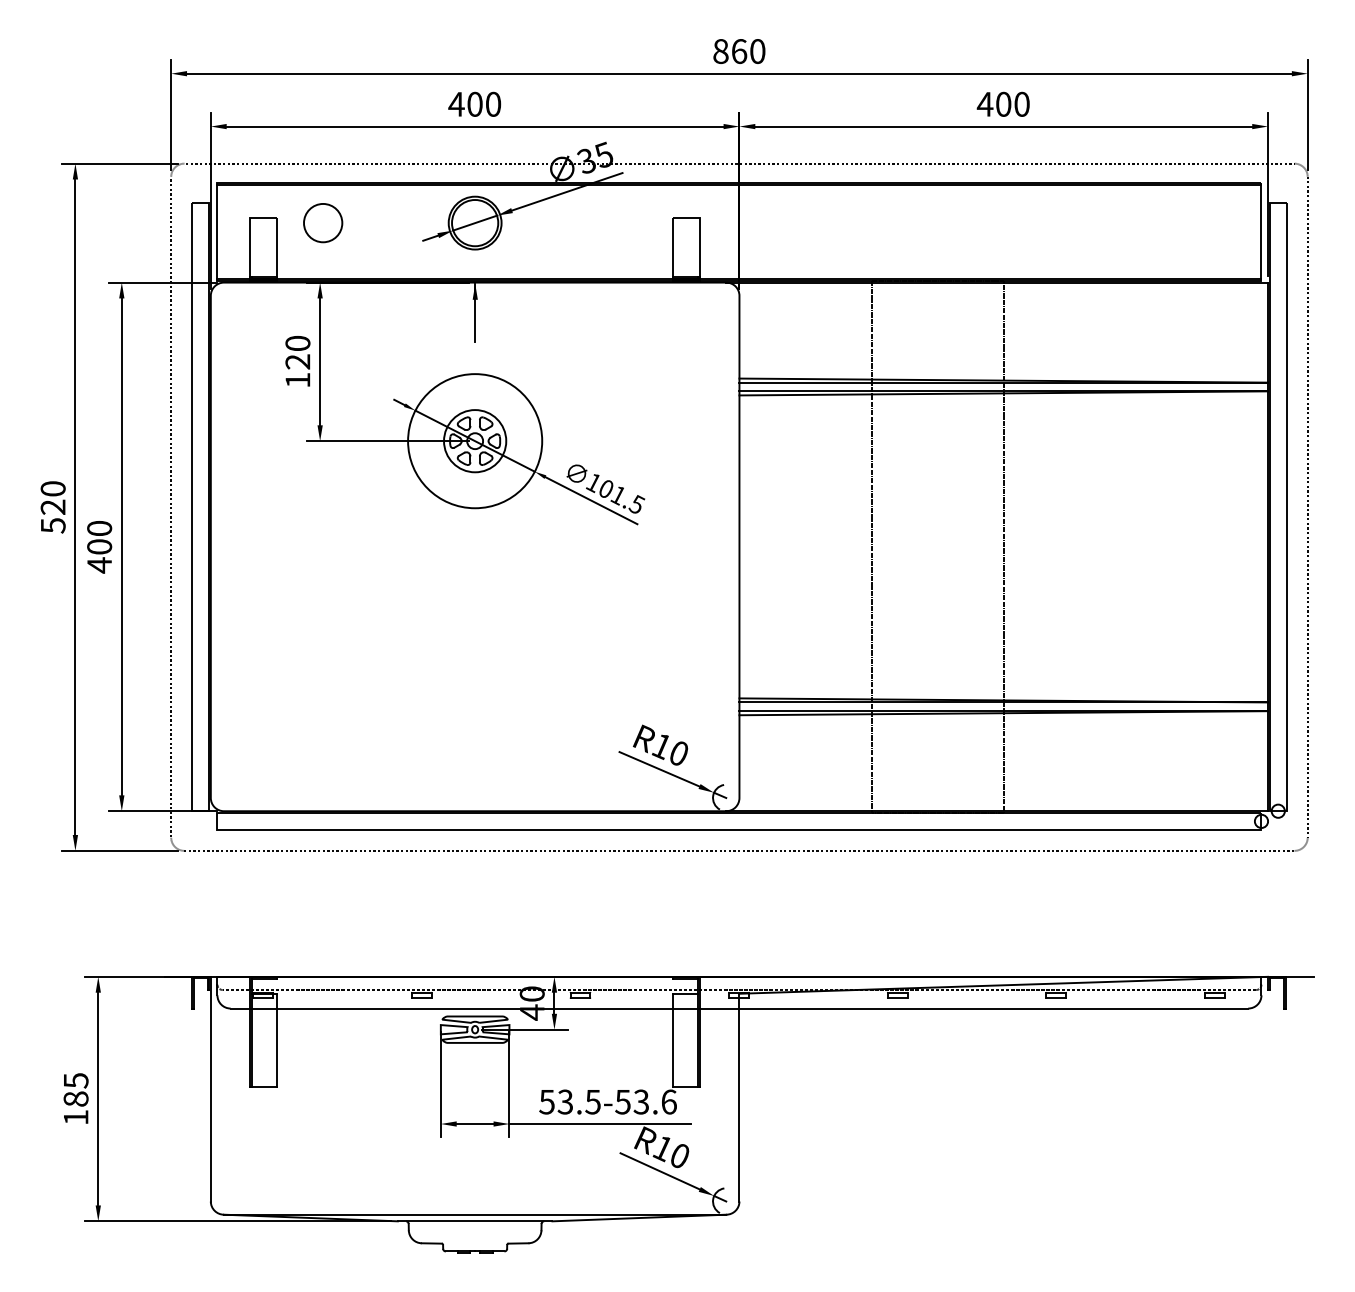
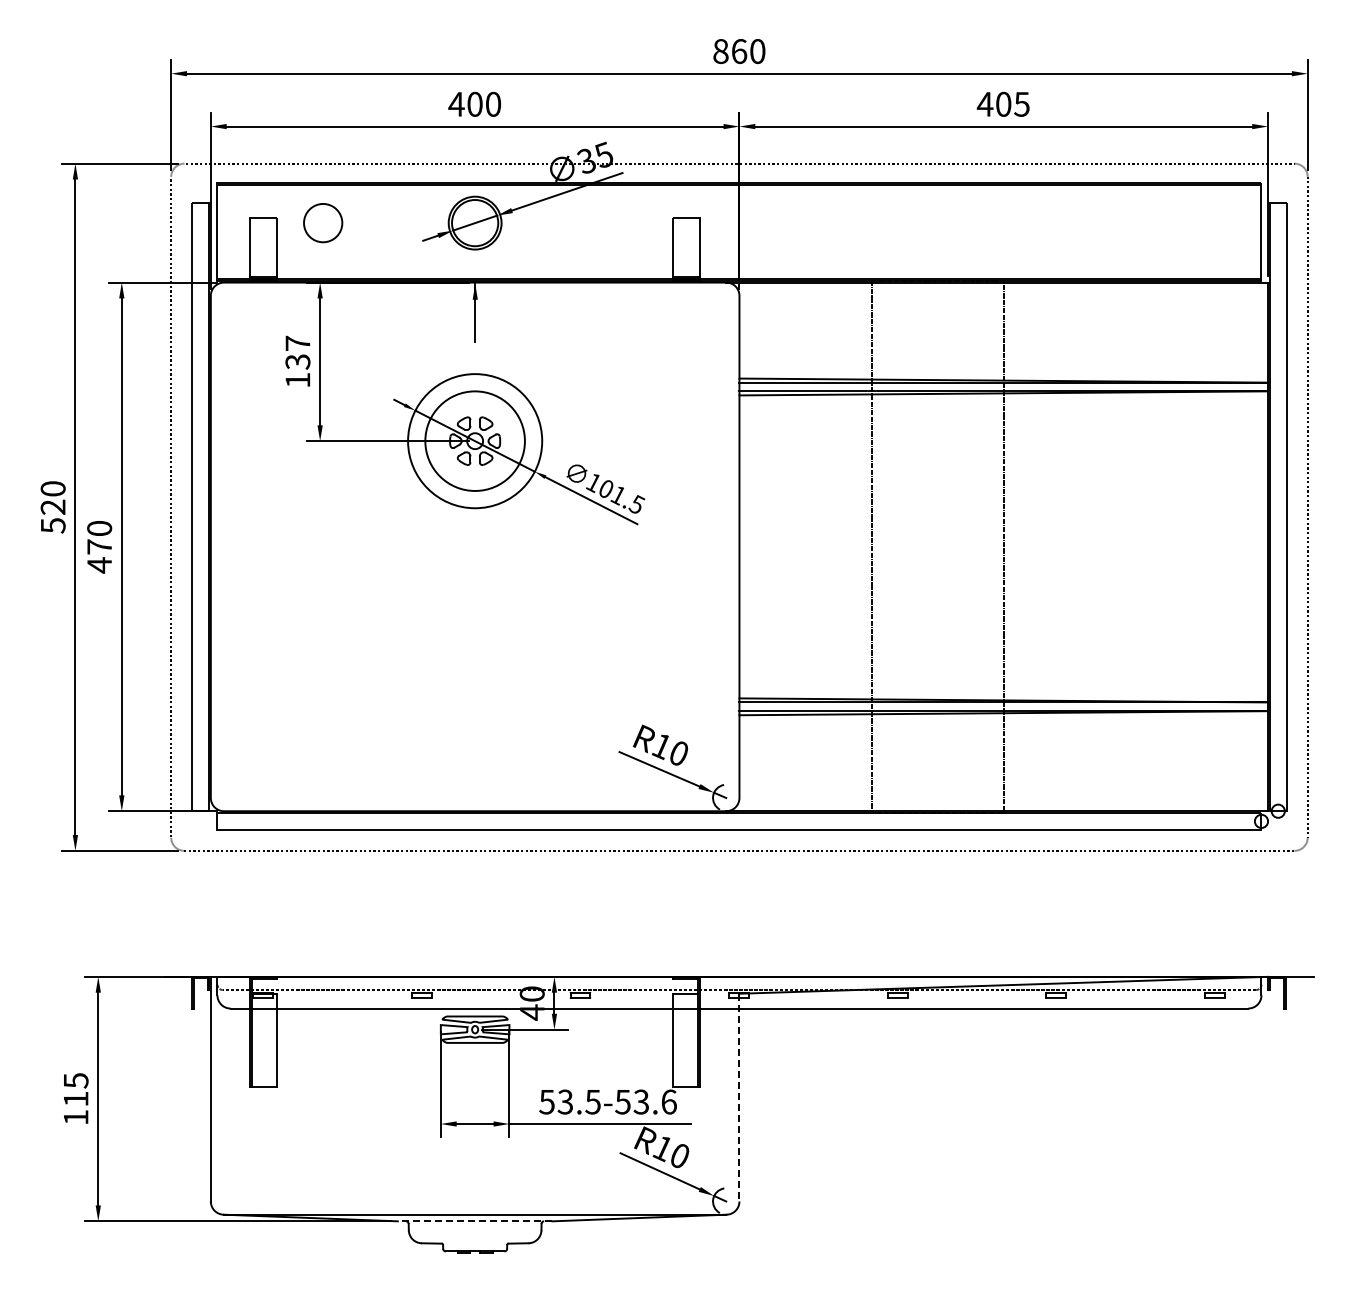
text at (1021, 103): 400 -> 405
text at (297, 352): 120 -> 137
circle at (475, 441) diameter: 62 px -> 100 px
text at (99, 546): 400 -> 470
line at (739, 1097): solid -> dashed
text at (75, 1098): 185 -> 115
line at (474, 1221): solid -> dashed
